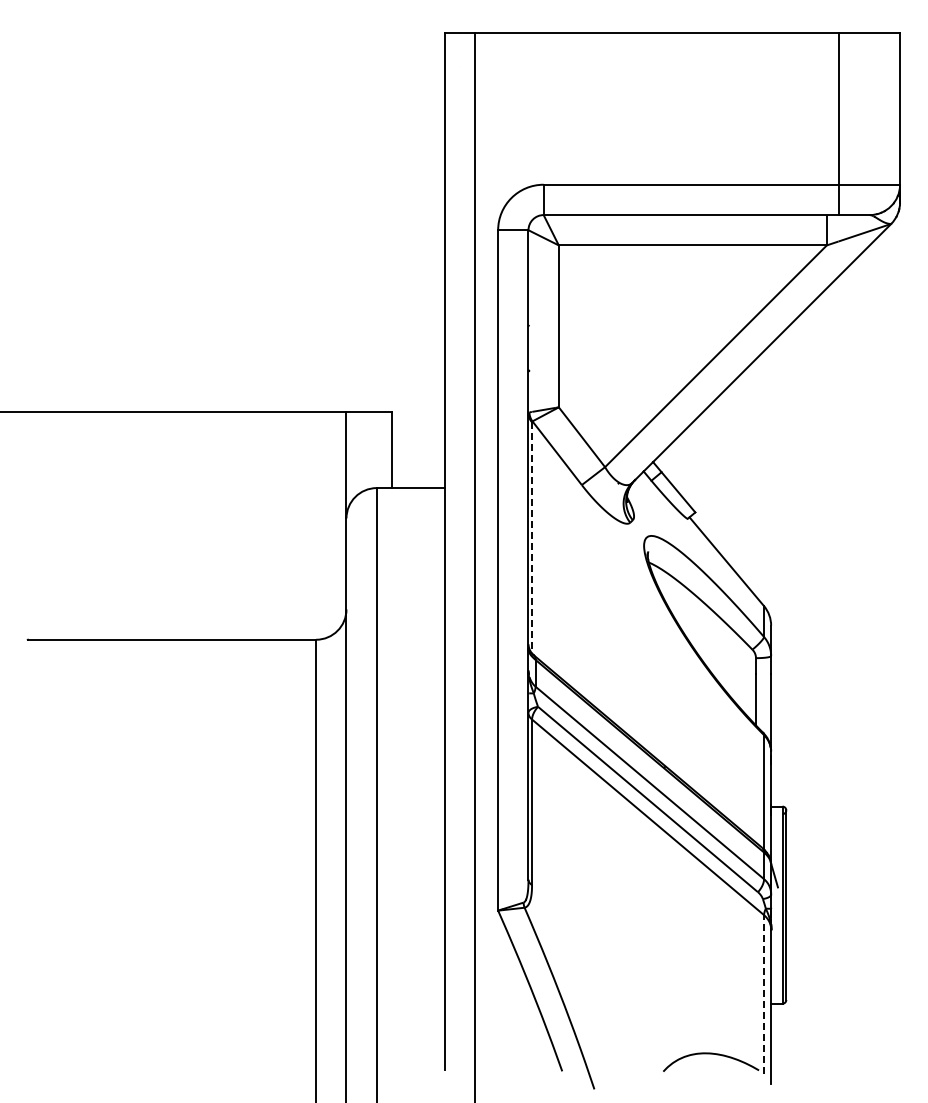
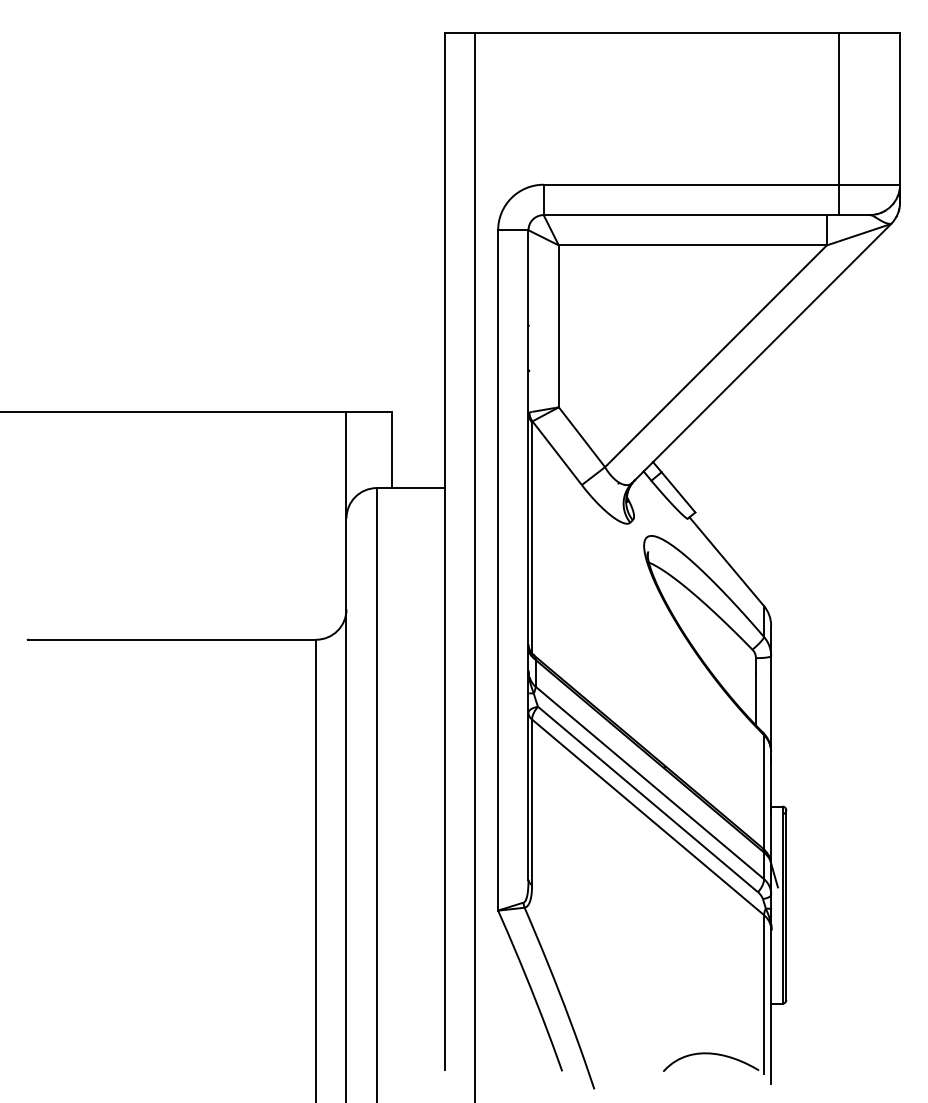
line at (532, 537): dashed -> solid
line at (764, 993): dashed -> solid
